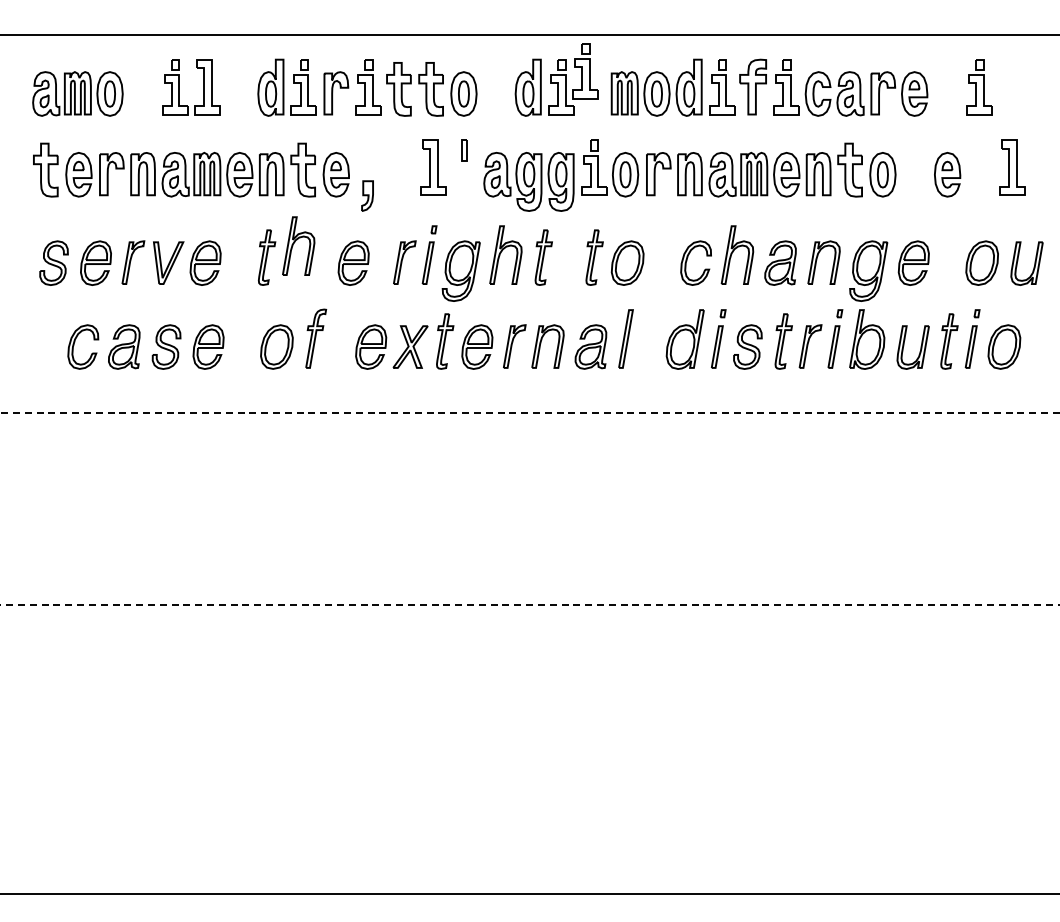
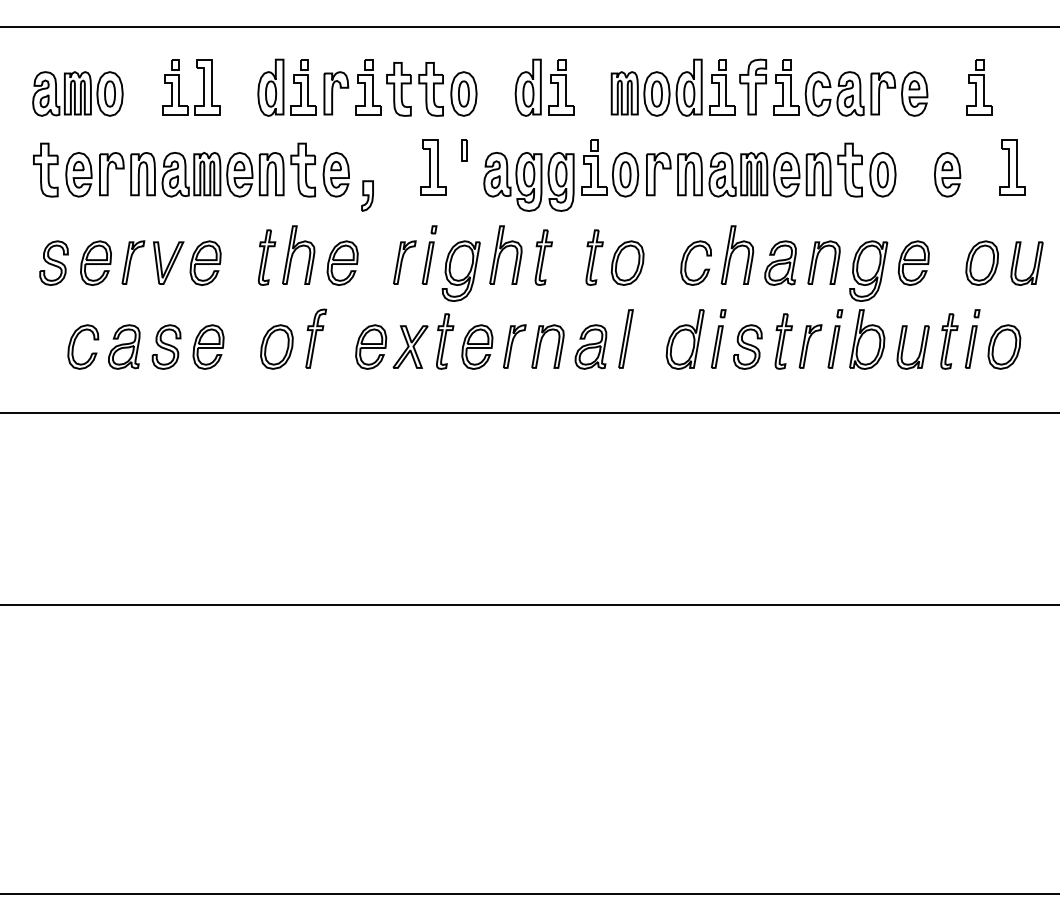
line at (529, 35) position: (529, 35) -> (529, 27)
part at (585, 71): present -> none
part at (298, 245) position: (298, 245) -> (298, 254)
part at (353, 262) position: (353, 262) -> (342, 262)
line at (530, 412): dashed -> solid
line at (528, 605): dashed -> solid
